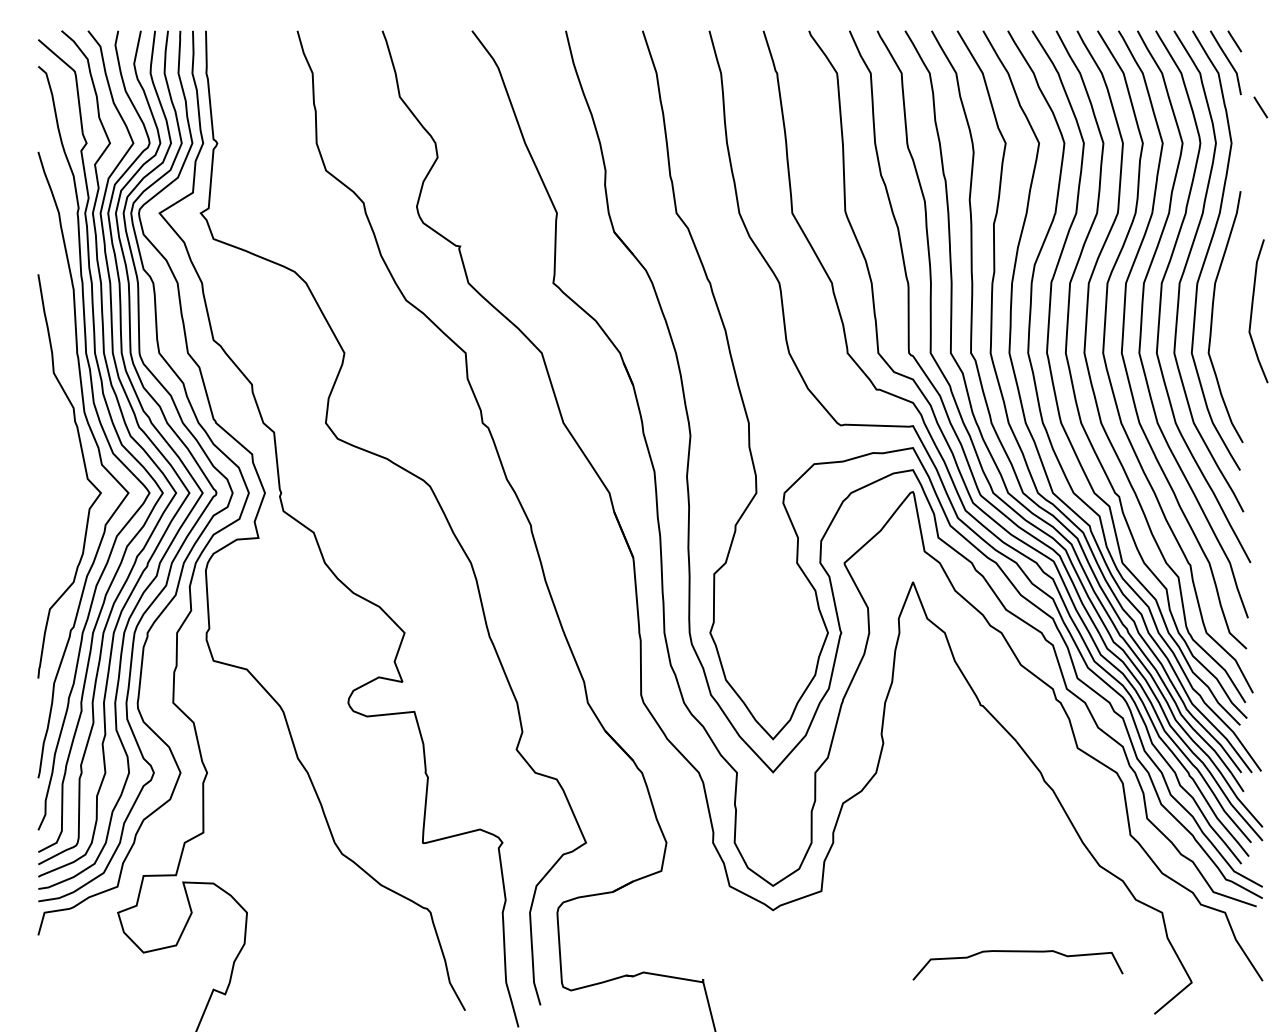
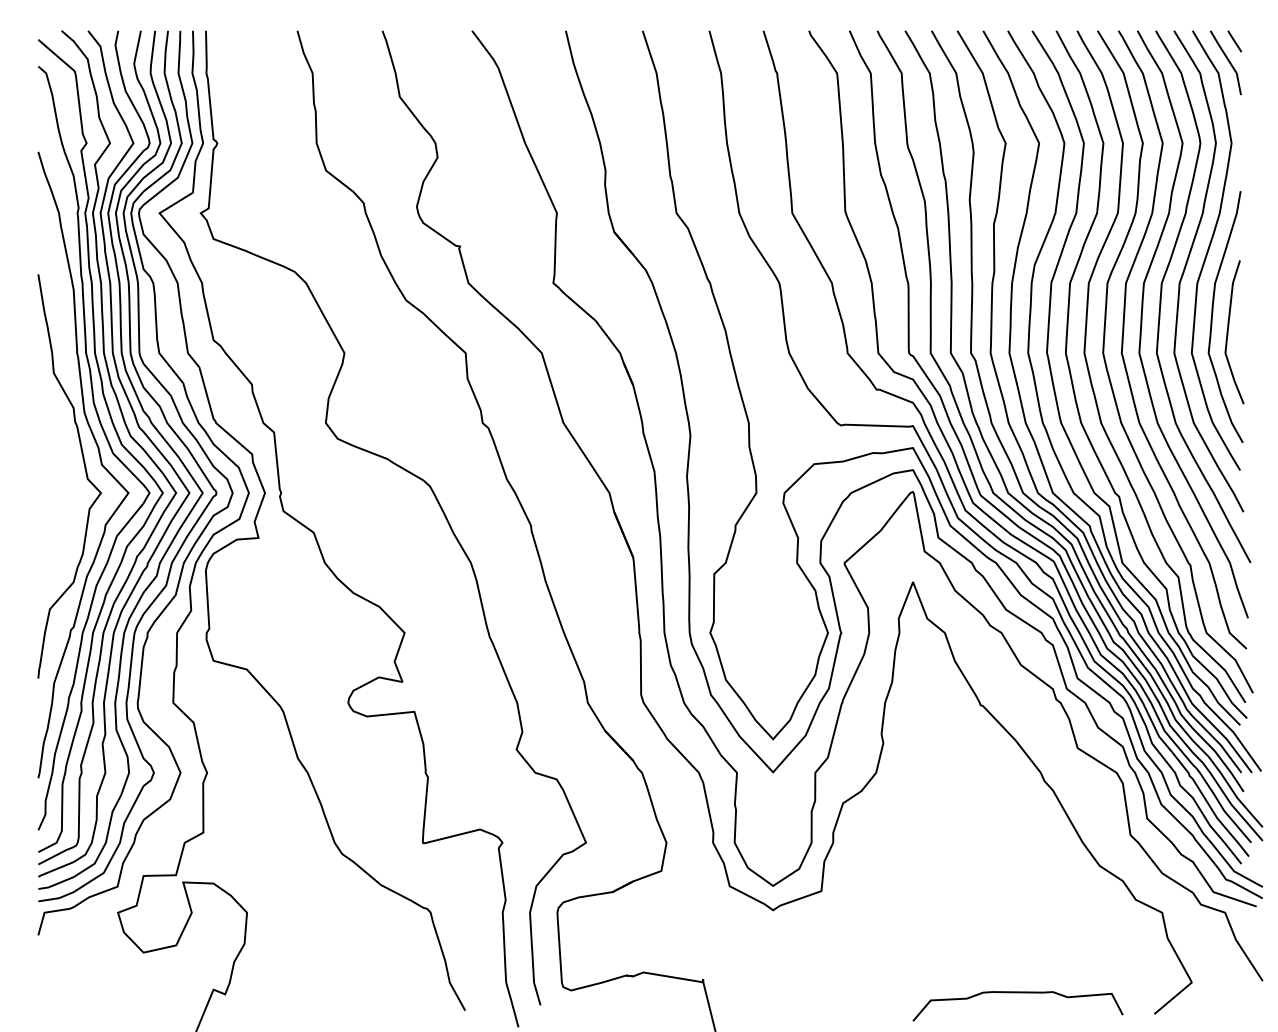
line at (1260, 107): present -> none
curve at (1252, 311) position: (1252, 311) -> (1228, 332)
curve at (1017, 952) position: (1017, 952) -> (1017, 993)
